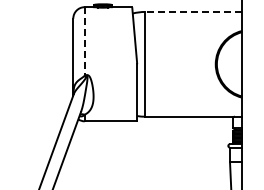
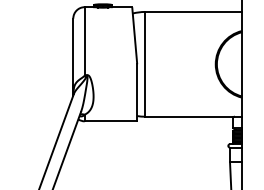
line at (193, 11): dashed -> solid
line at (84, 41): dashed -> solid
